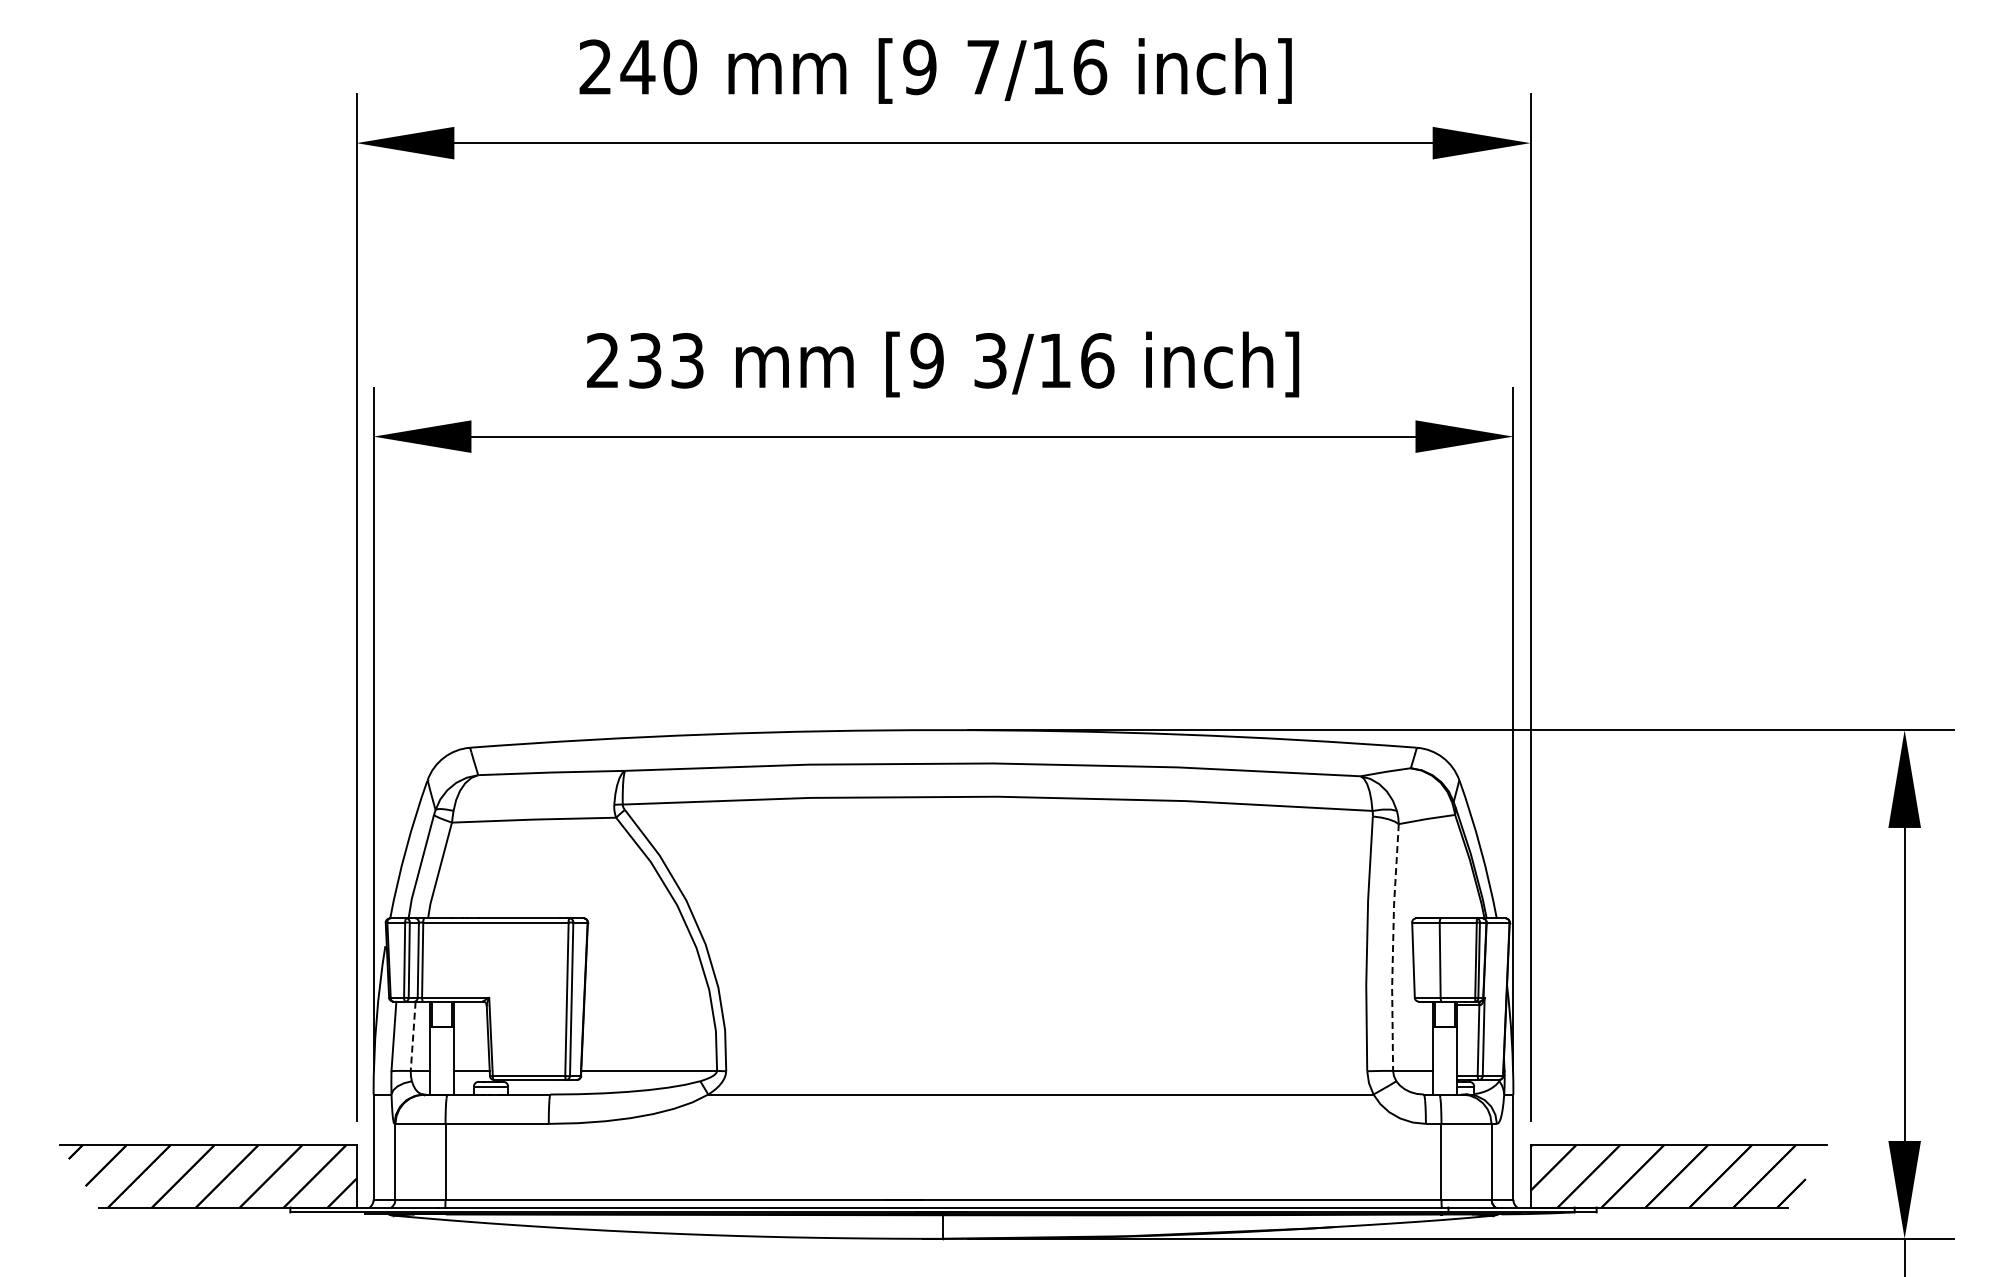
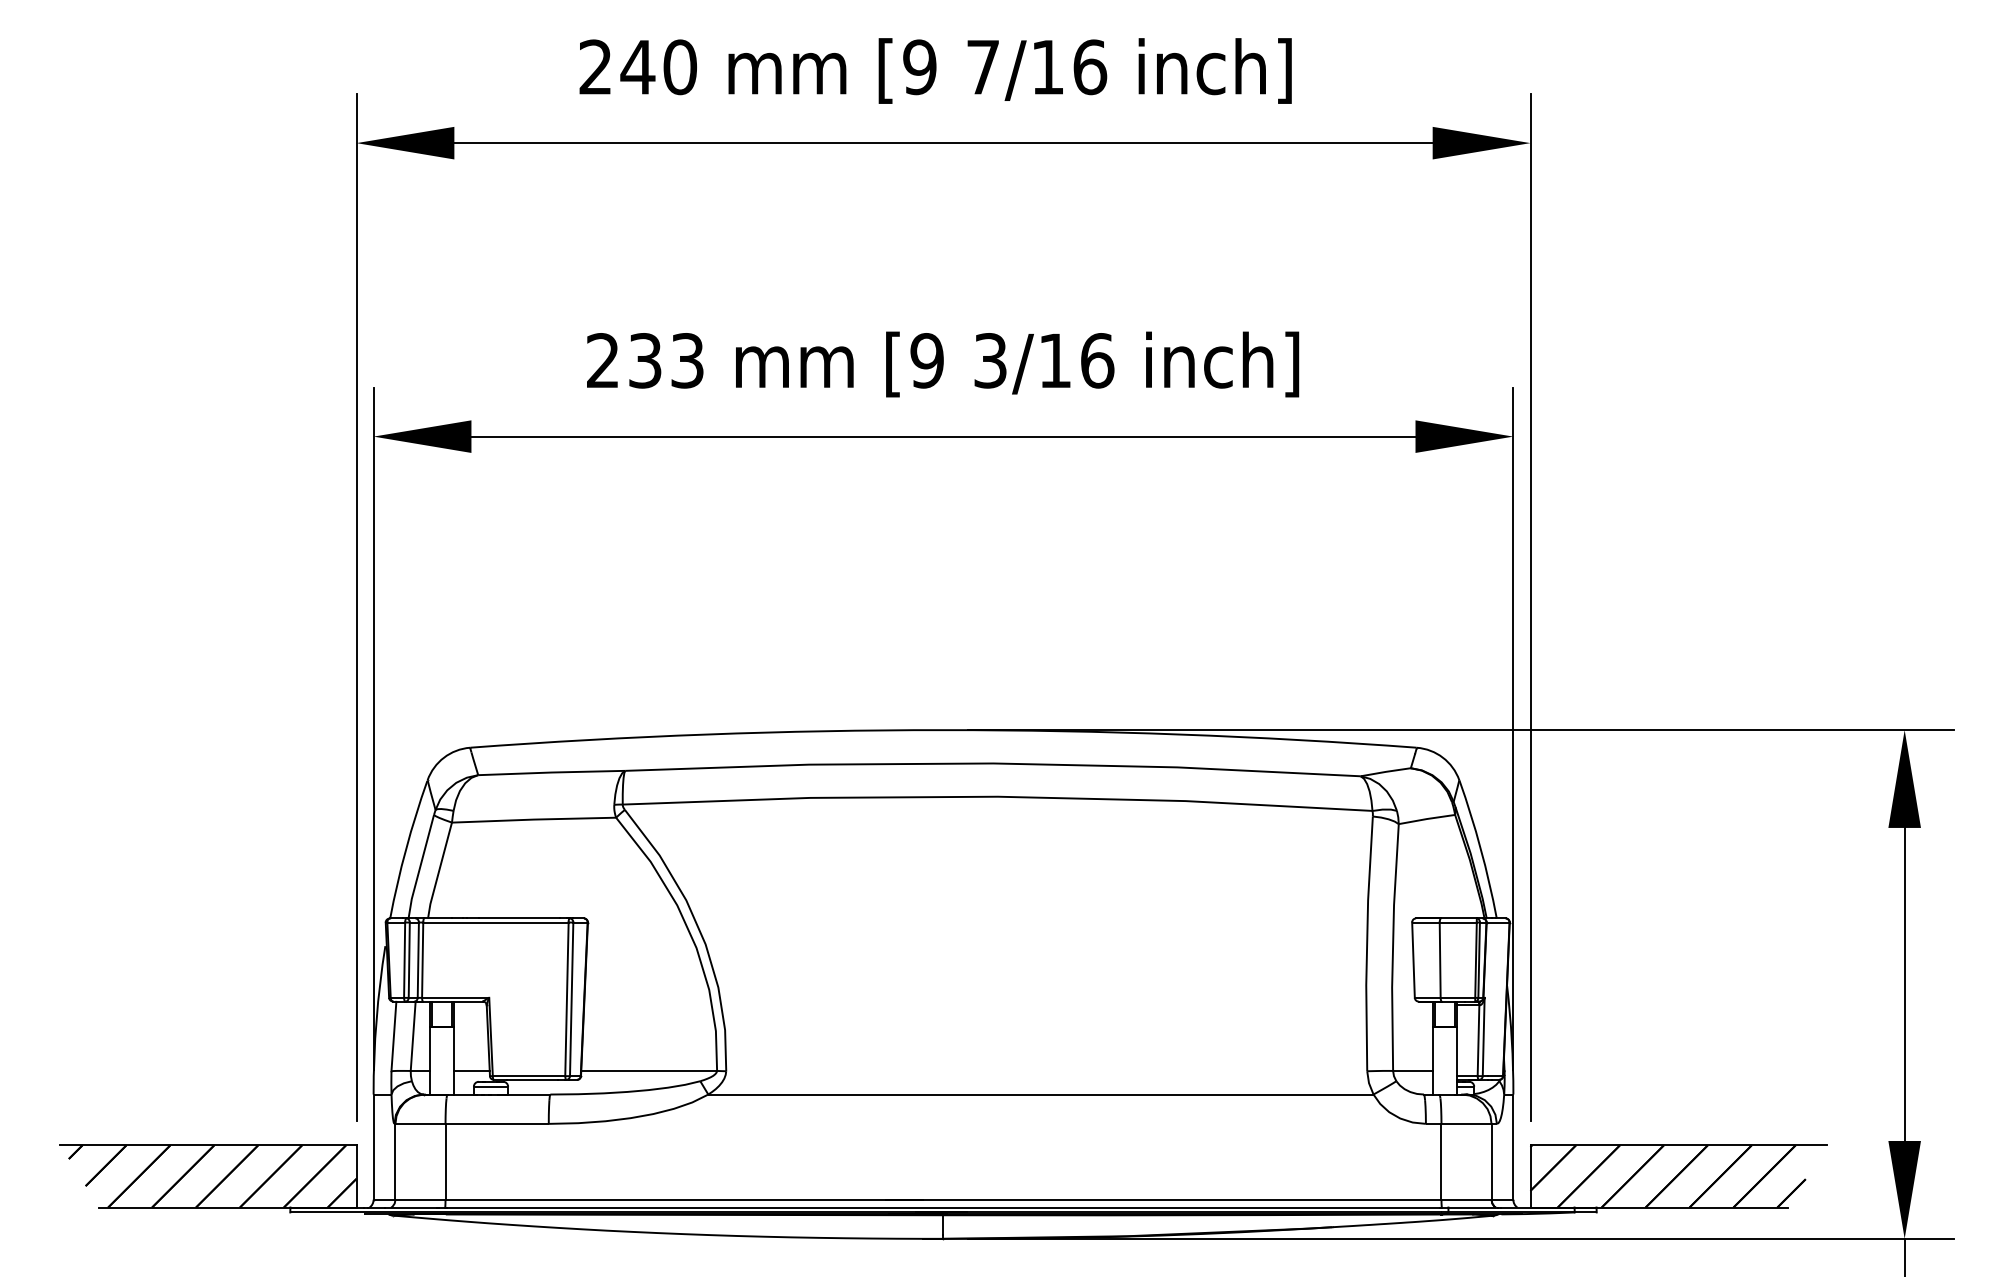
line at (1393, 947): dashed -> solid
line at (413, 1036): dashed -> solid
